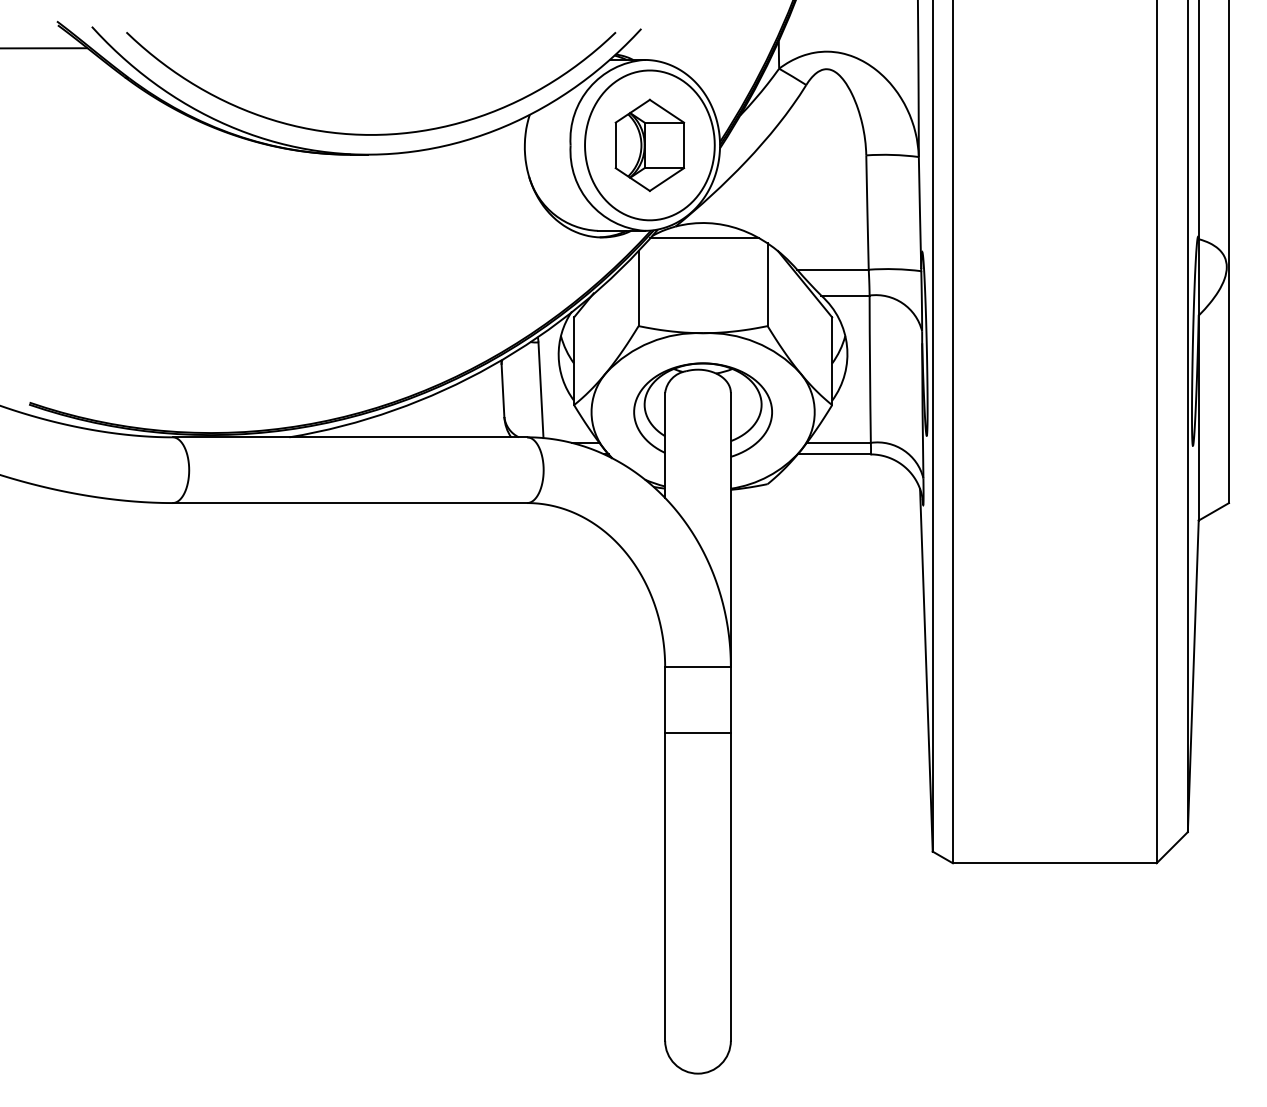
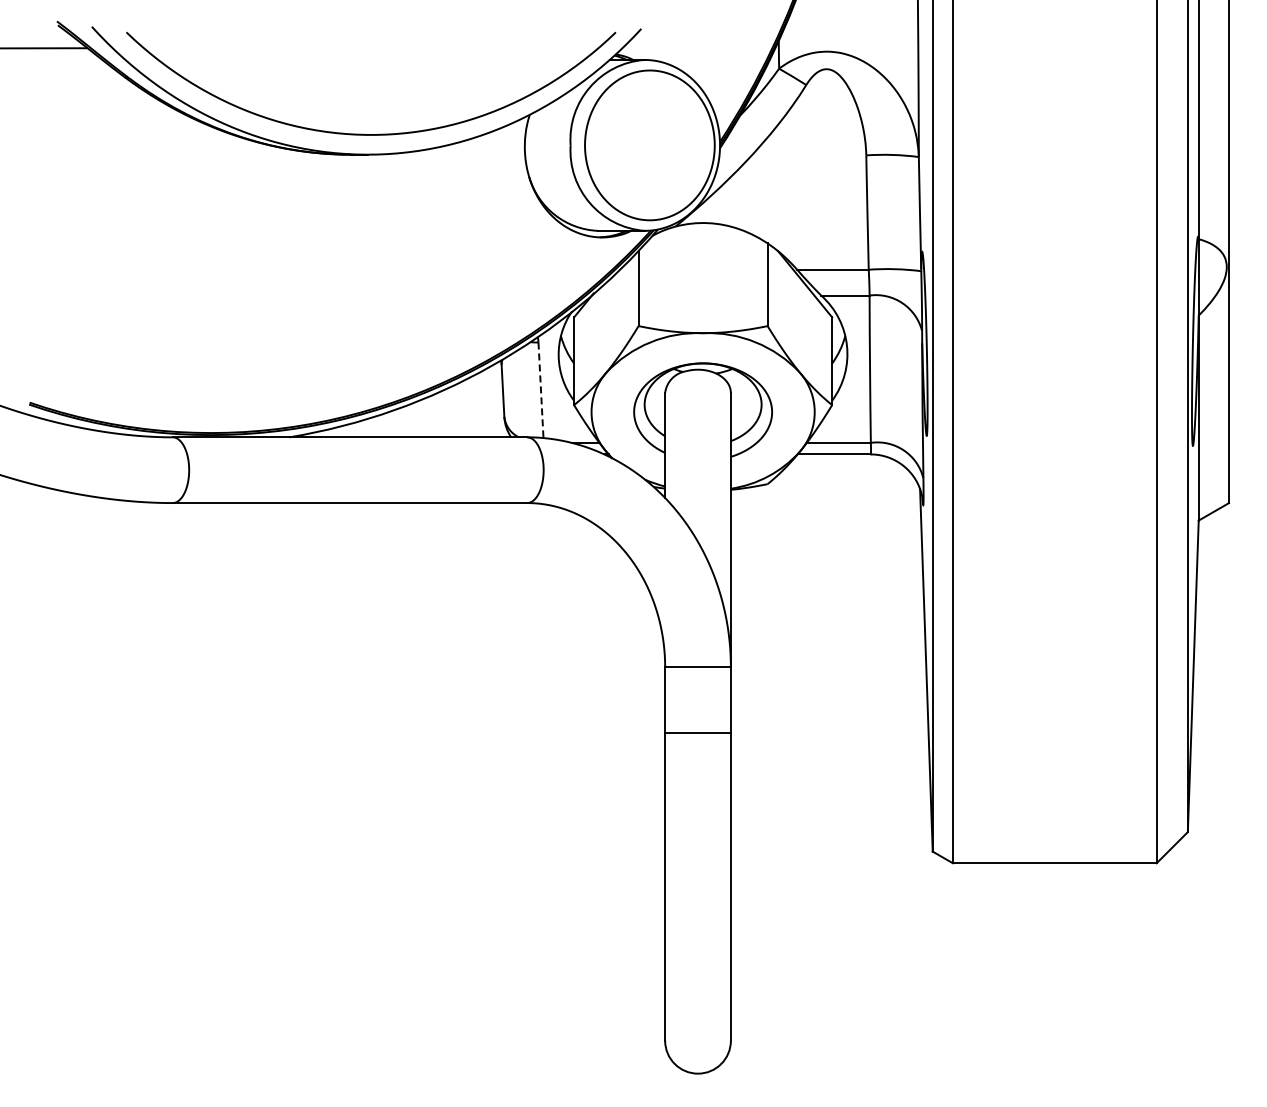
part at (649, 144): present -> none
line at (704, 238): present -> none
line at (541, 390): solid -> dashed
